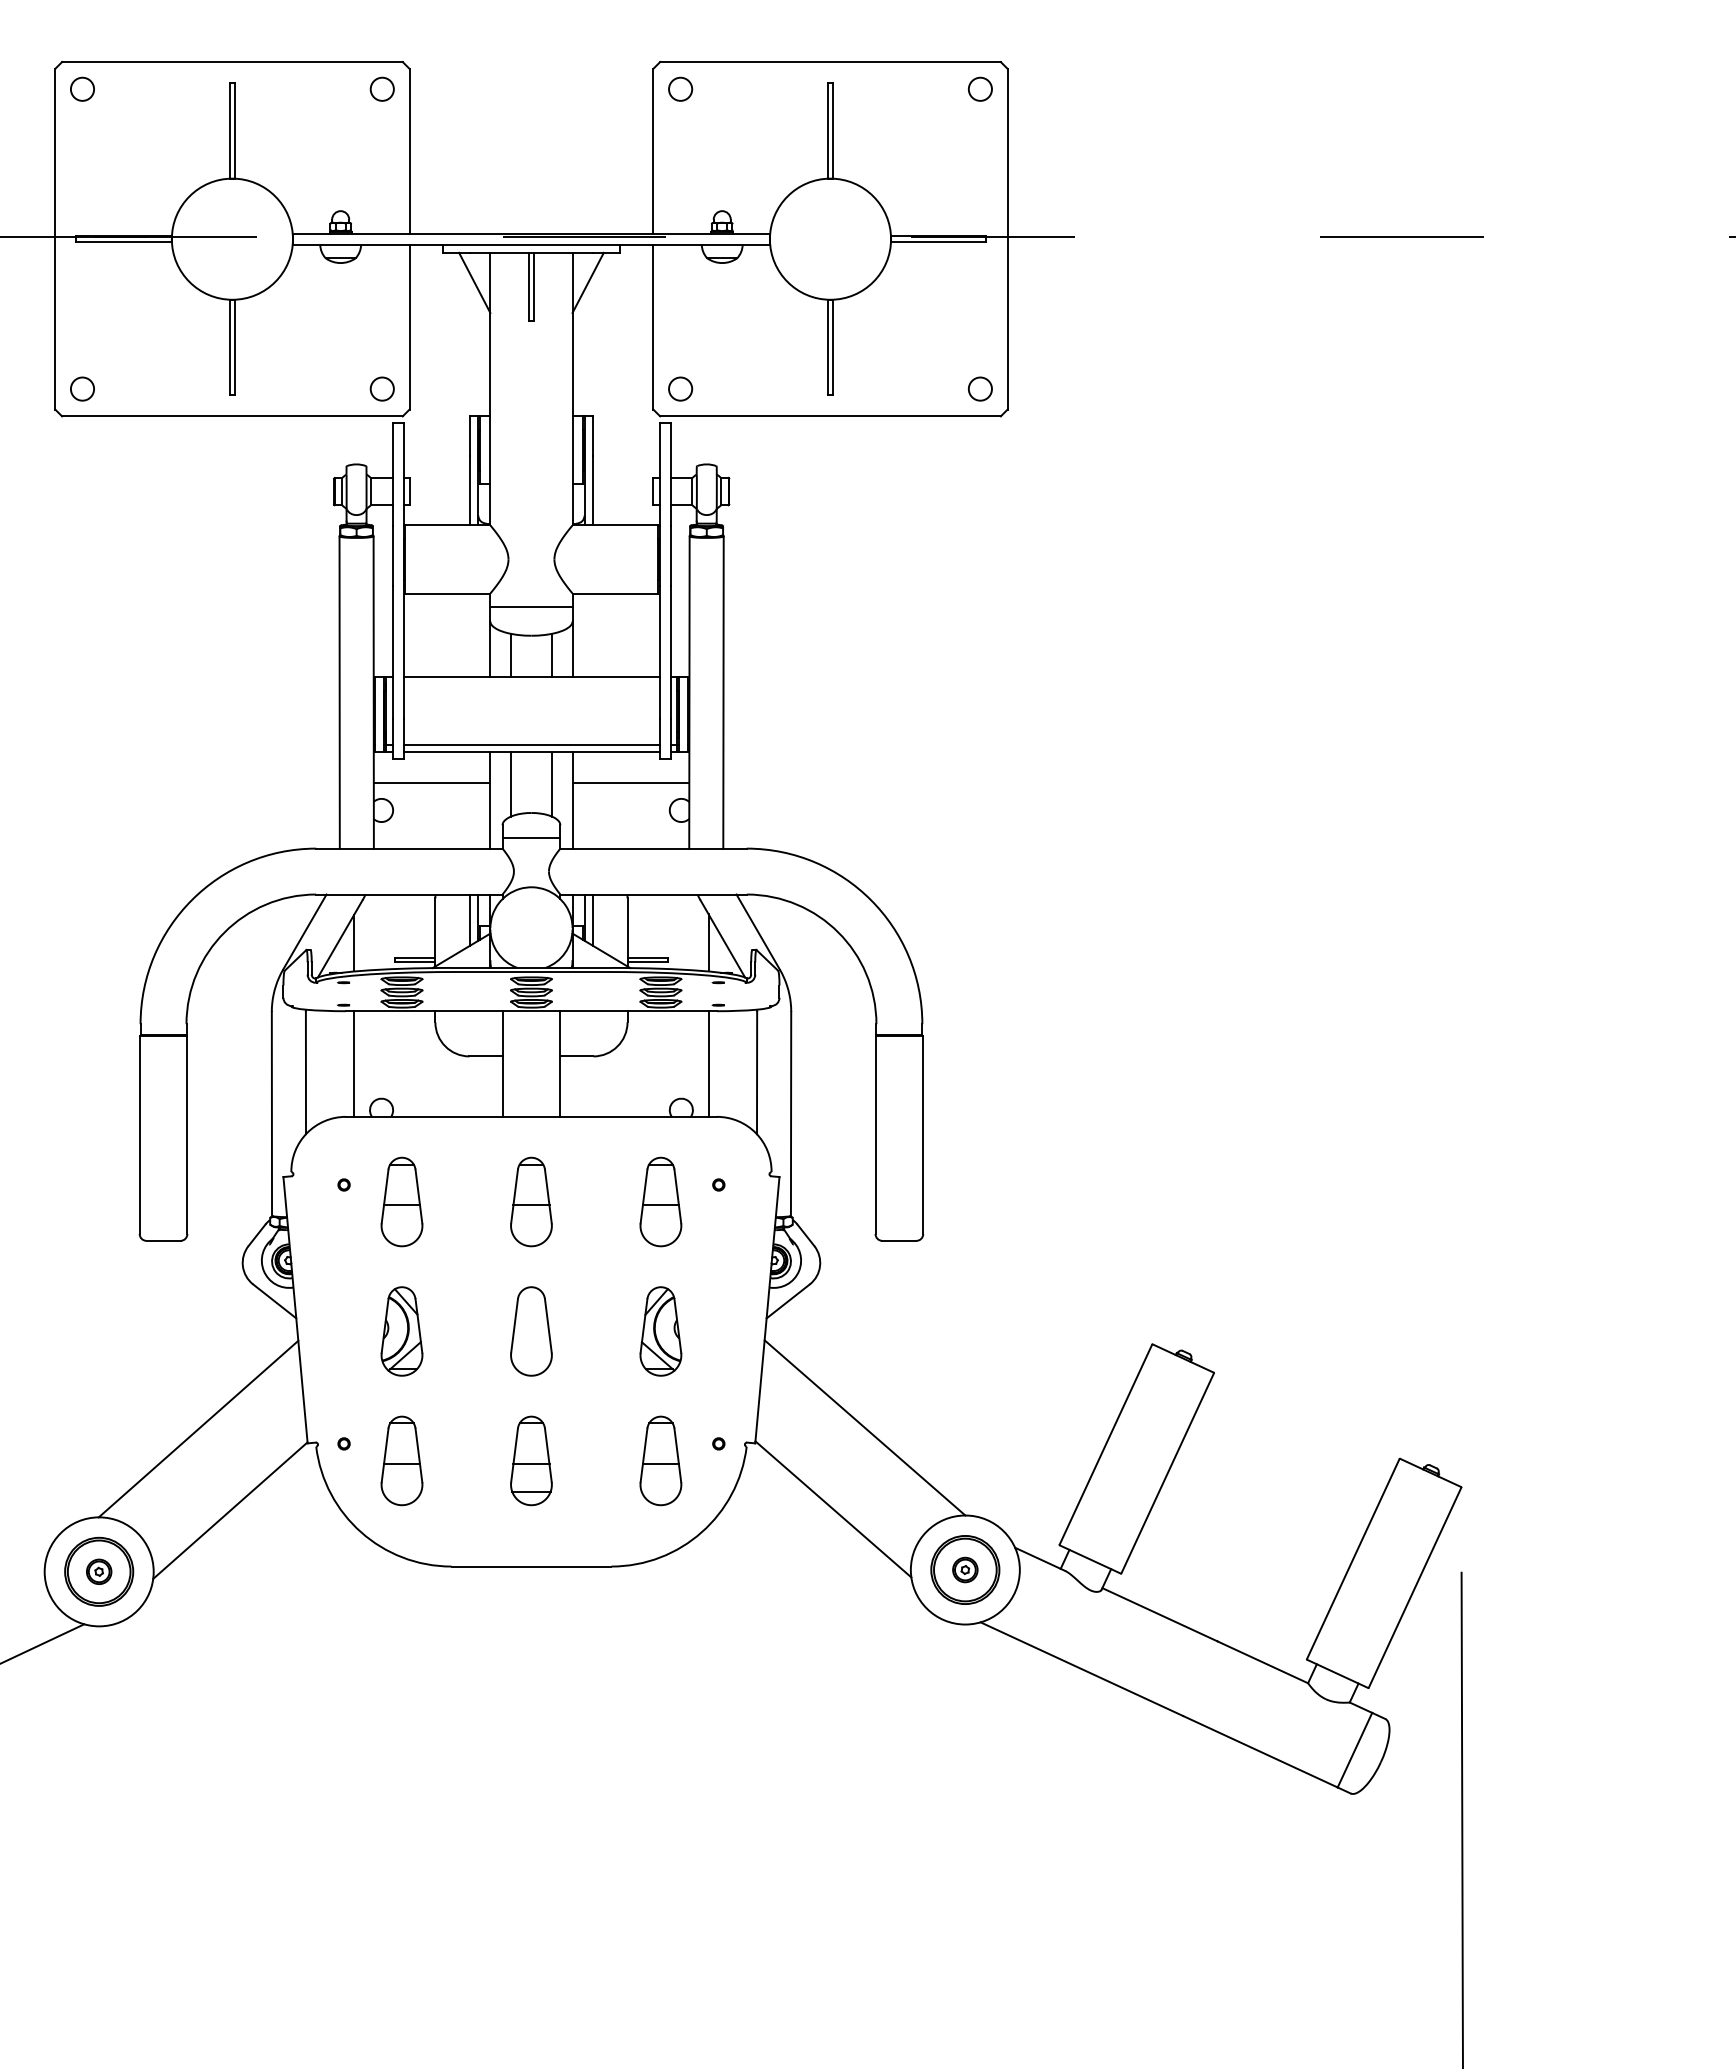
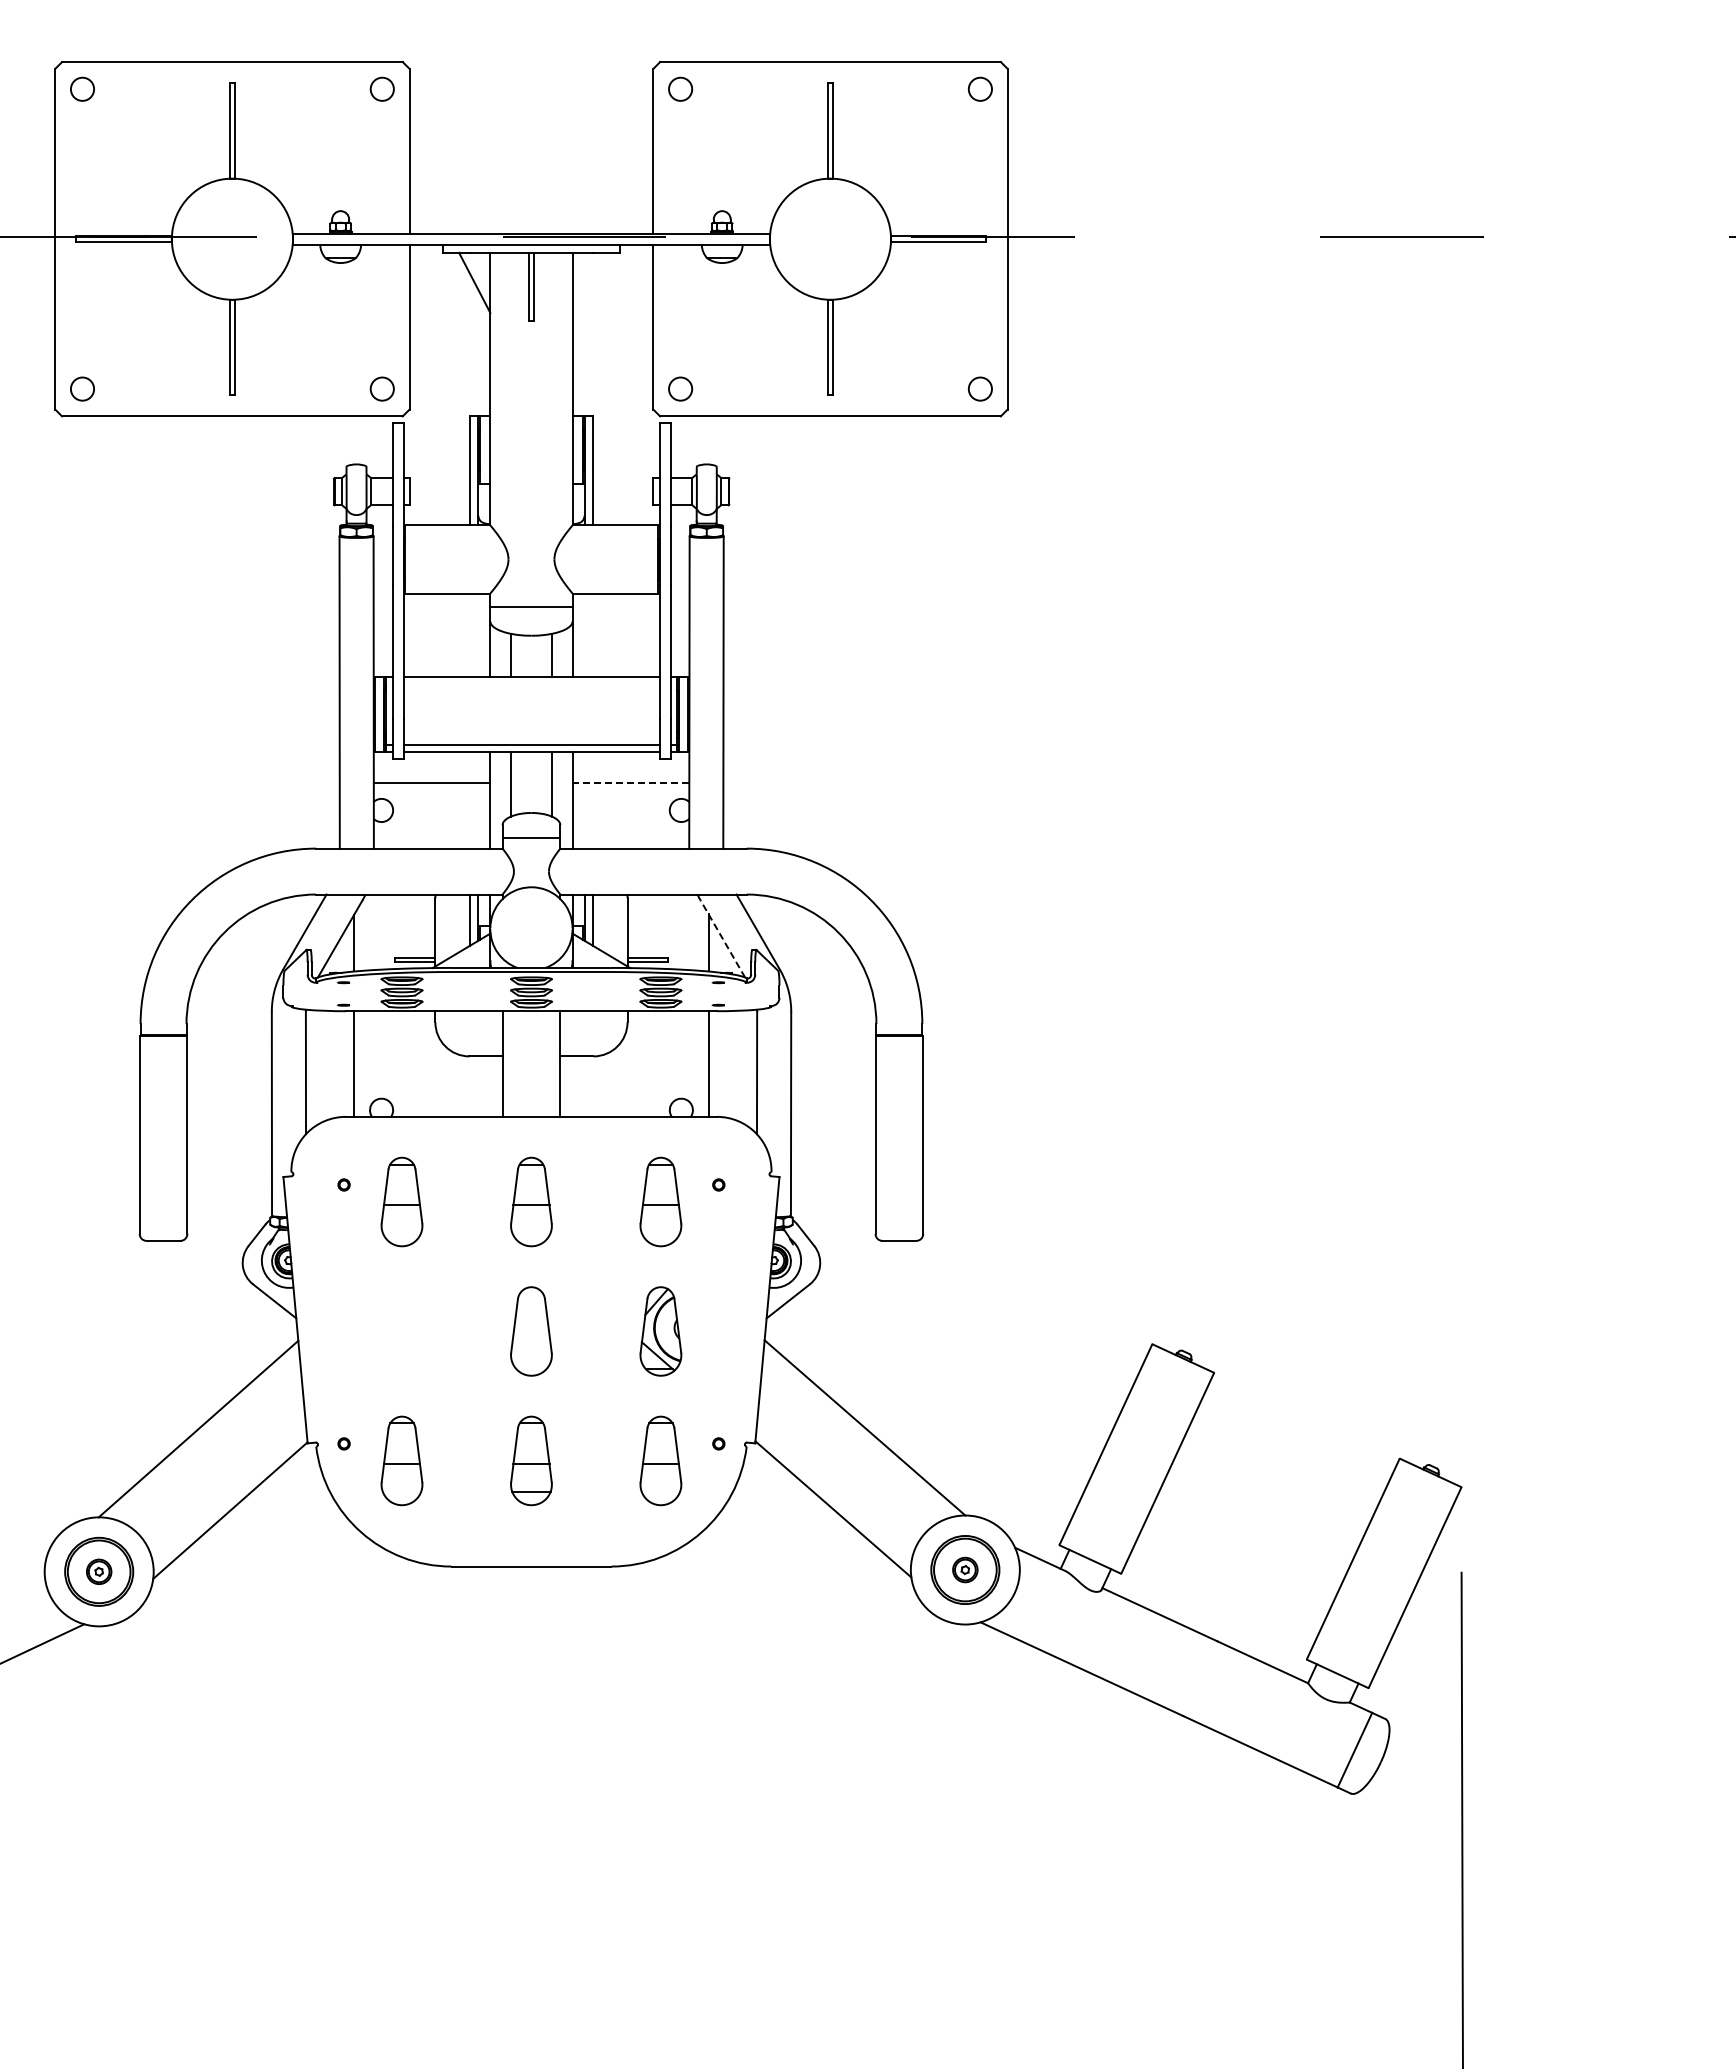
line at (587, 282): present -> none
line at (630, 783): solid -> dashed
line at (722, 938): solid -> dashed
part at (401, 1331): present -> none
